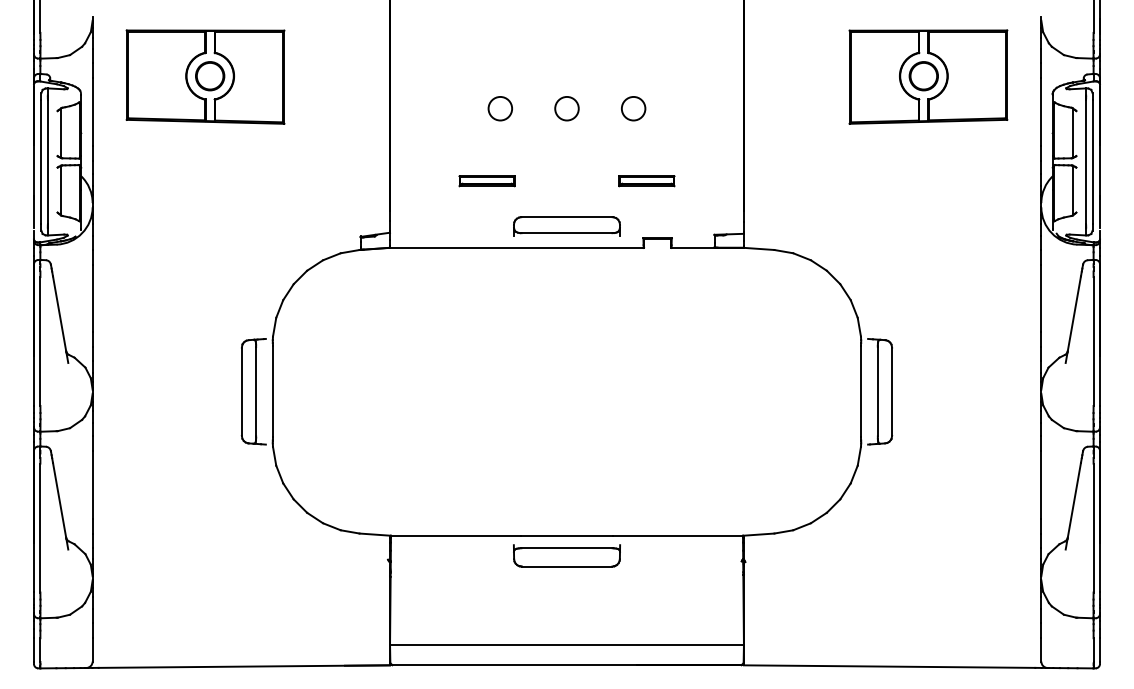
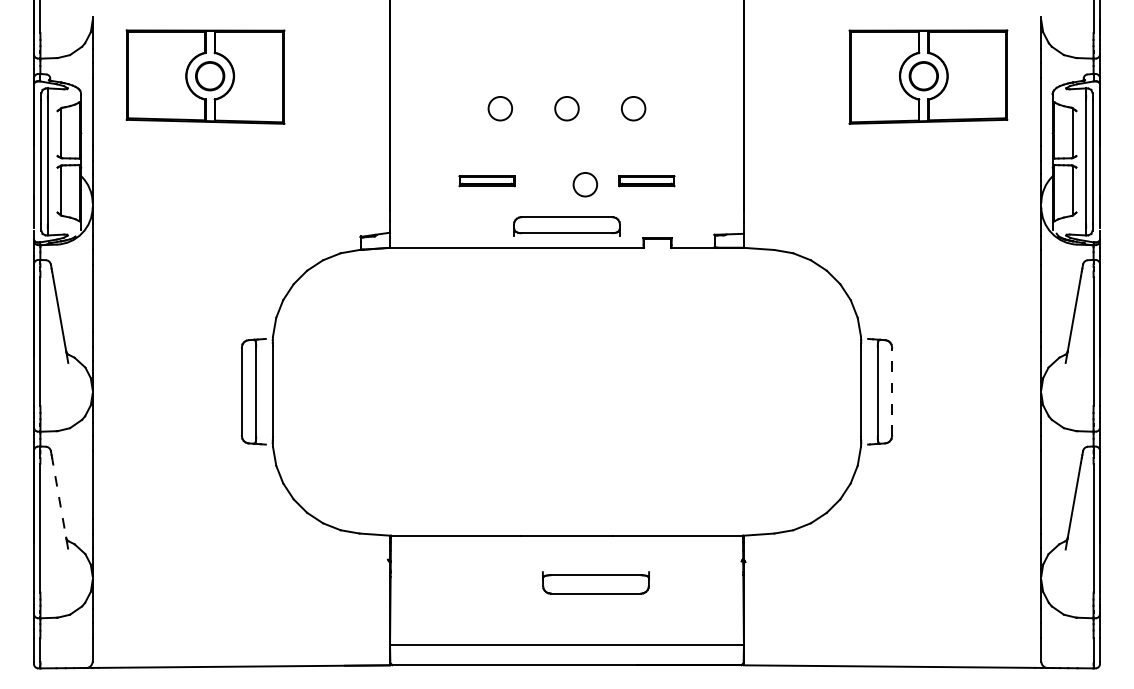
circle at (584, 184): none -> present
line at (892, 391): solid -> dashed
line at (60, 506): solid -> dashed
part at (566, 555) position: (566, 555) -> (595, 582)
